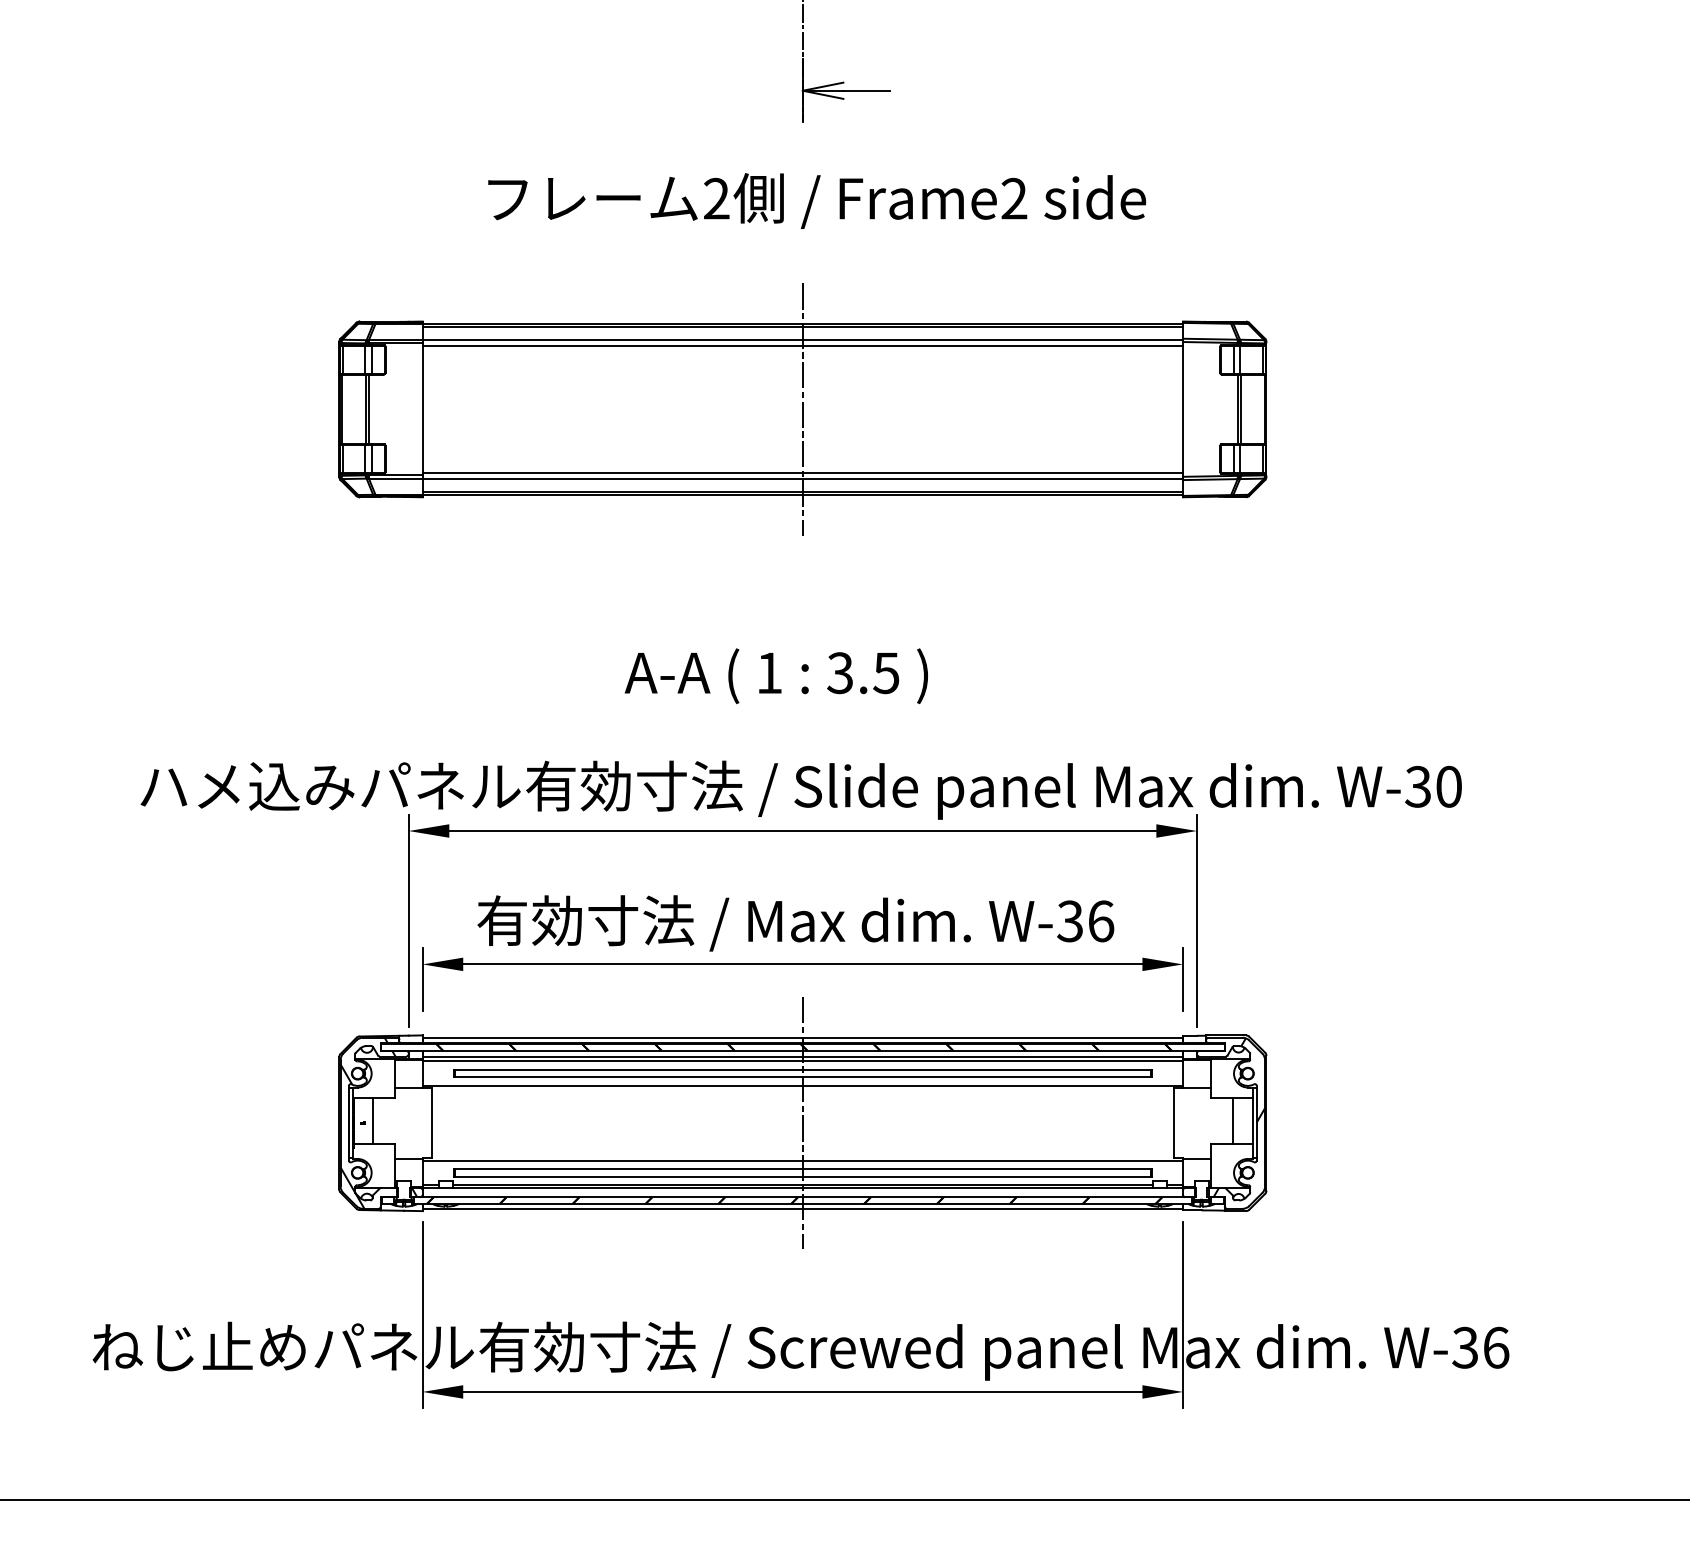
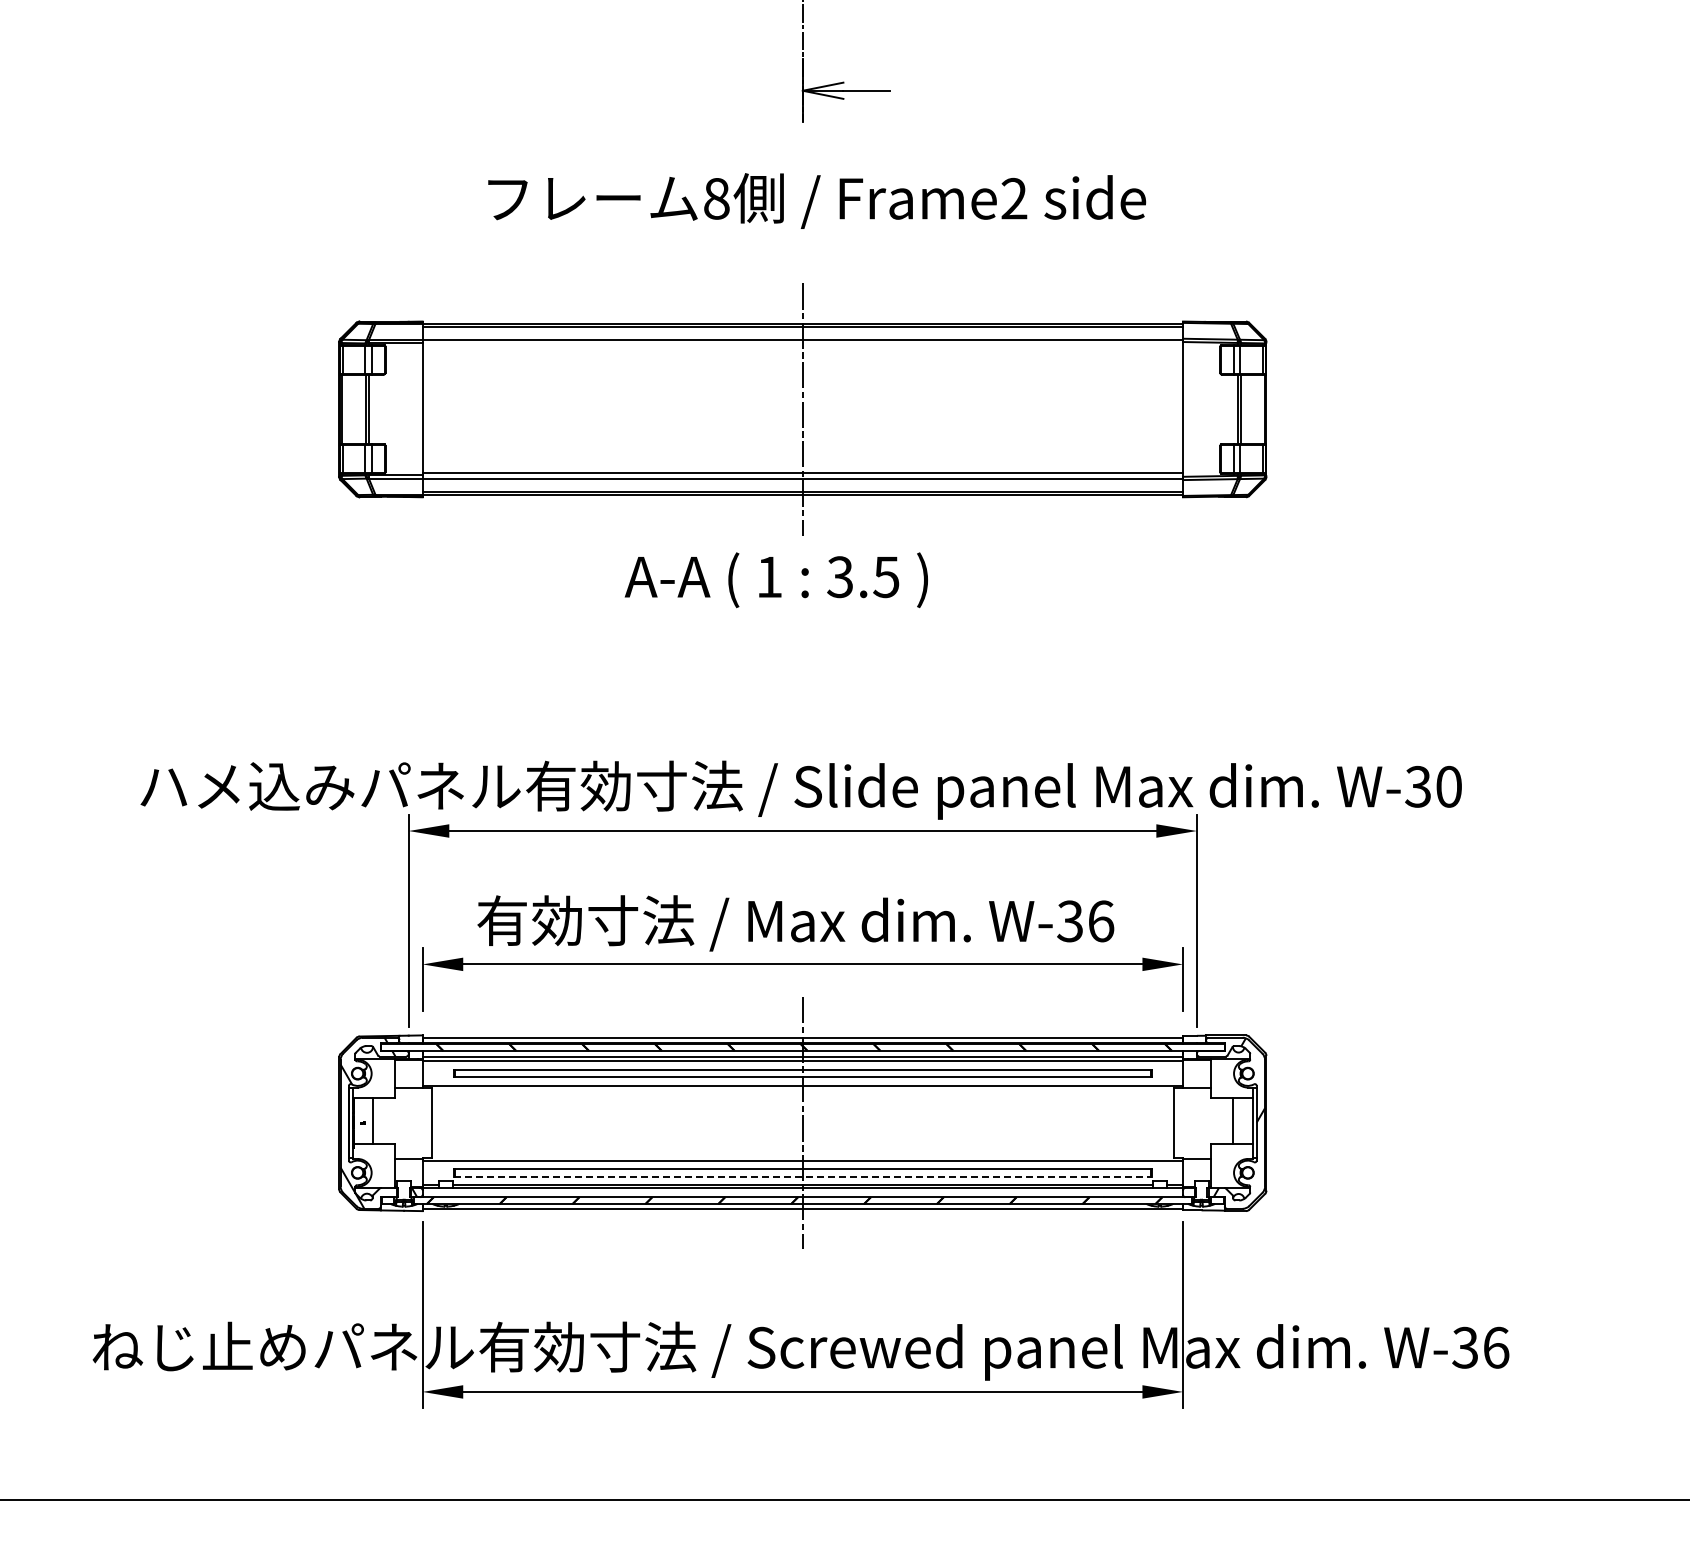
text at (716, 198): 2 -> 8
line at (802, 346): present -> none
text at (775, 676) position: (775, 676) -> (775, 580)
line at (803, 1176): solid -> dashed
